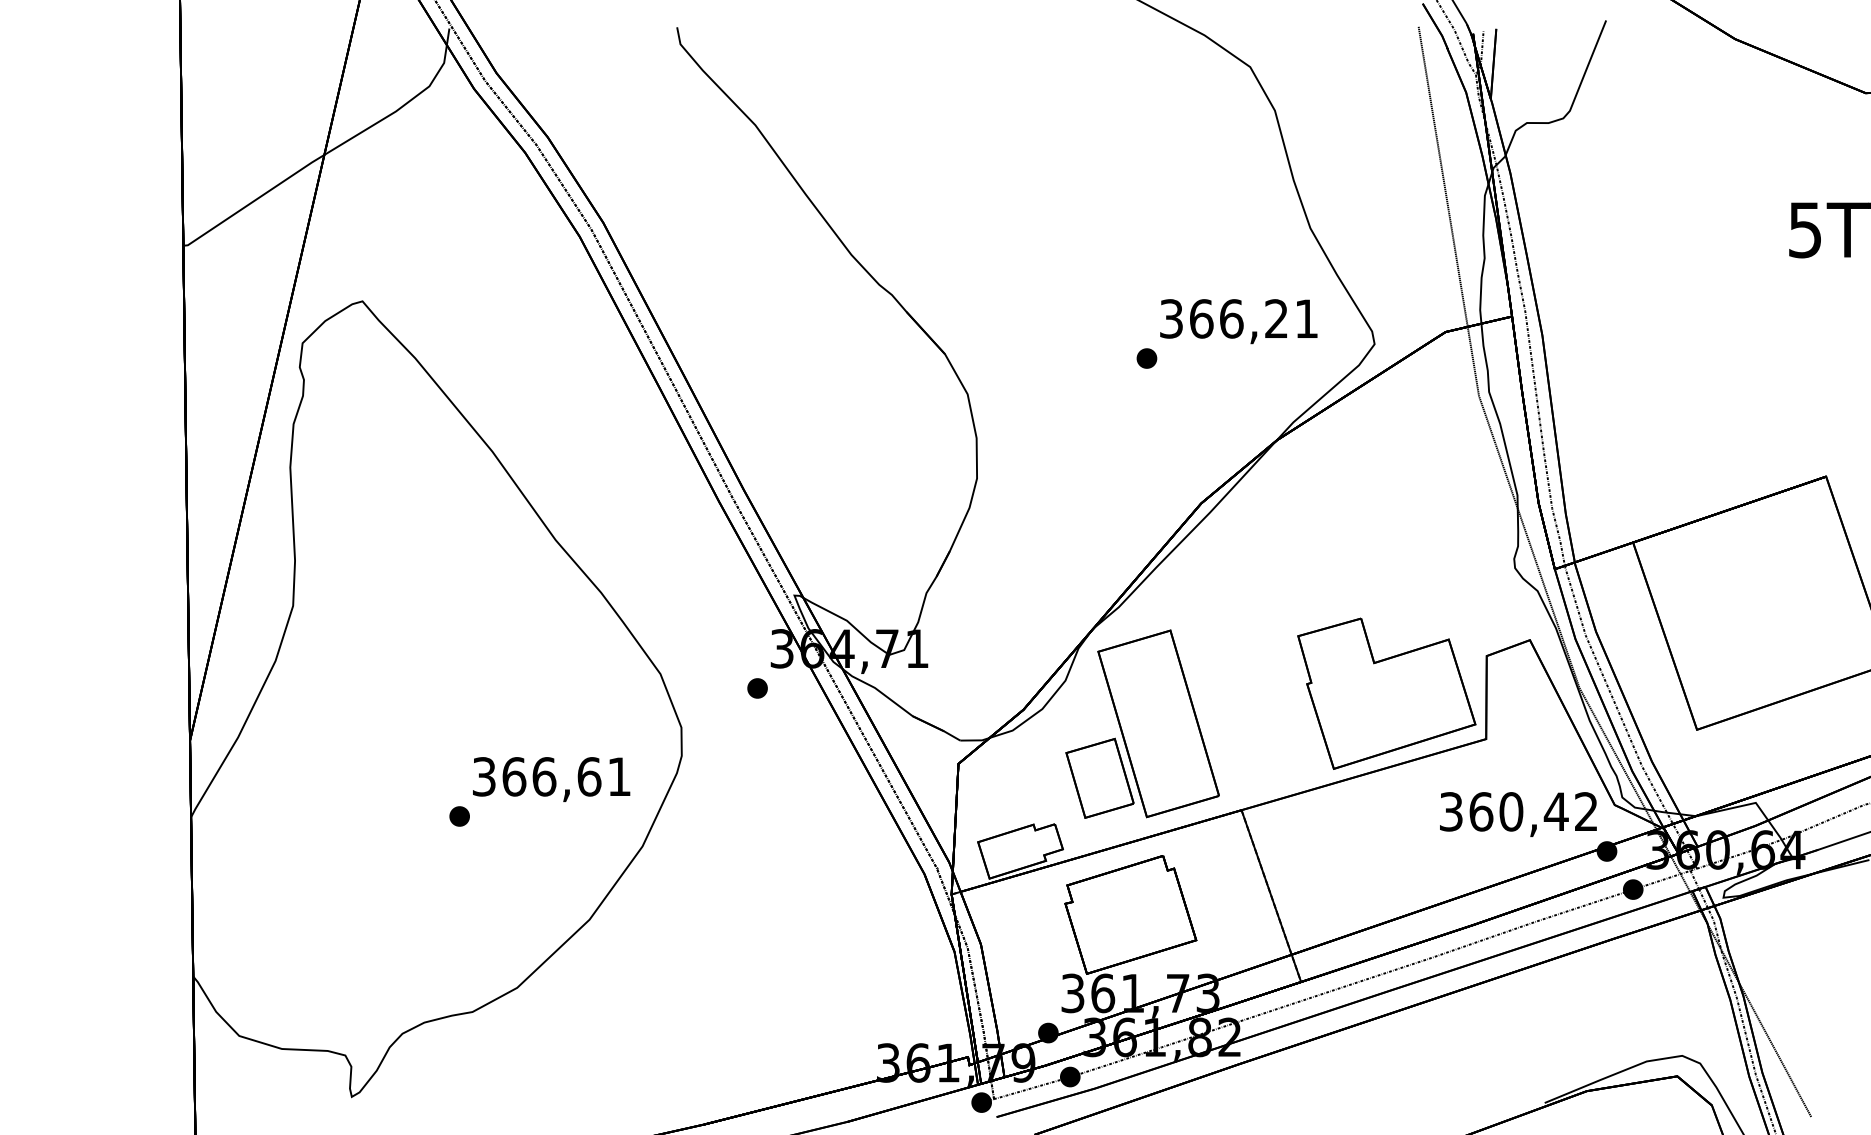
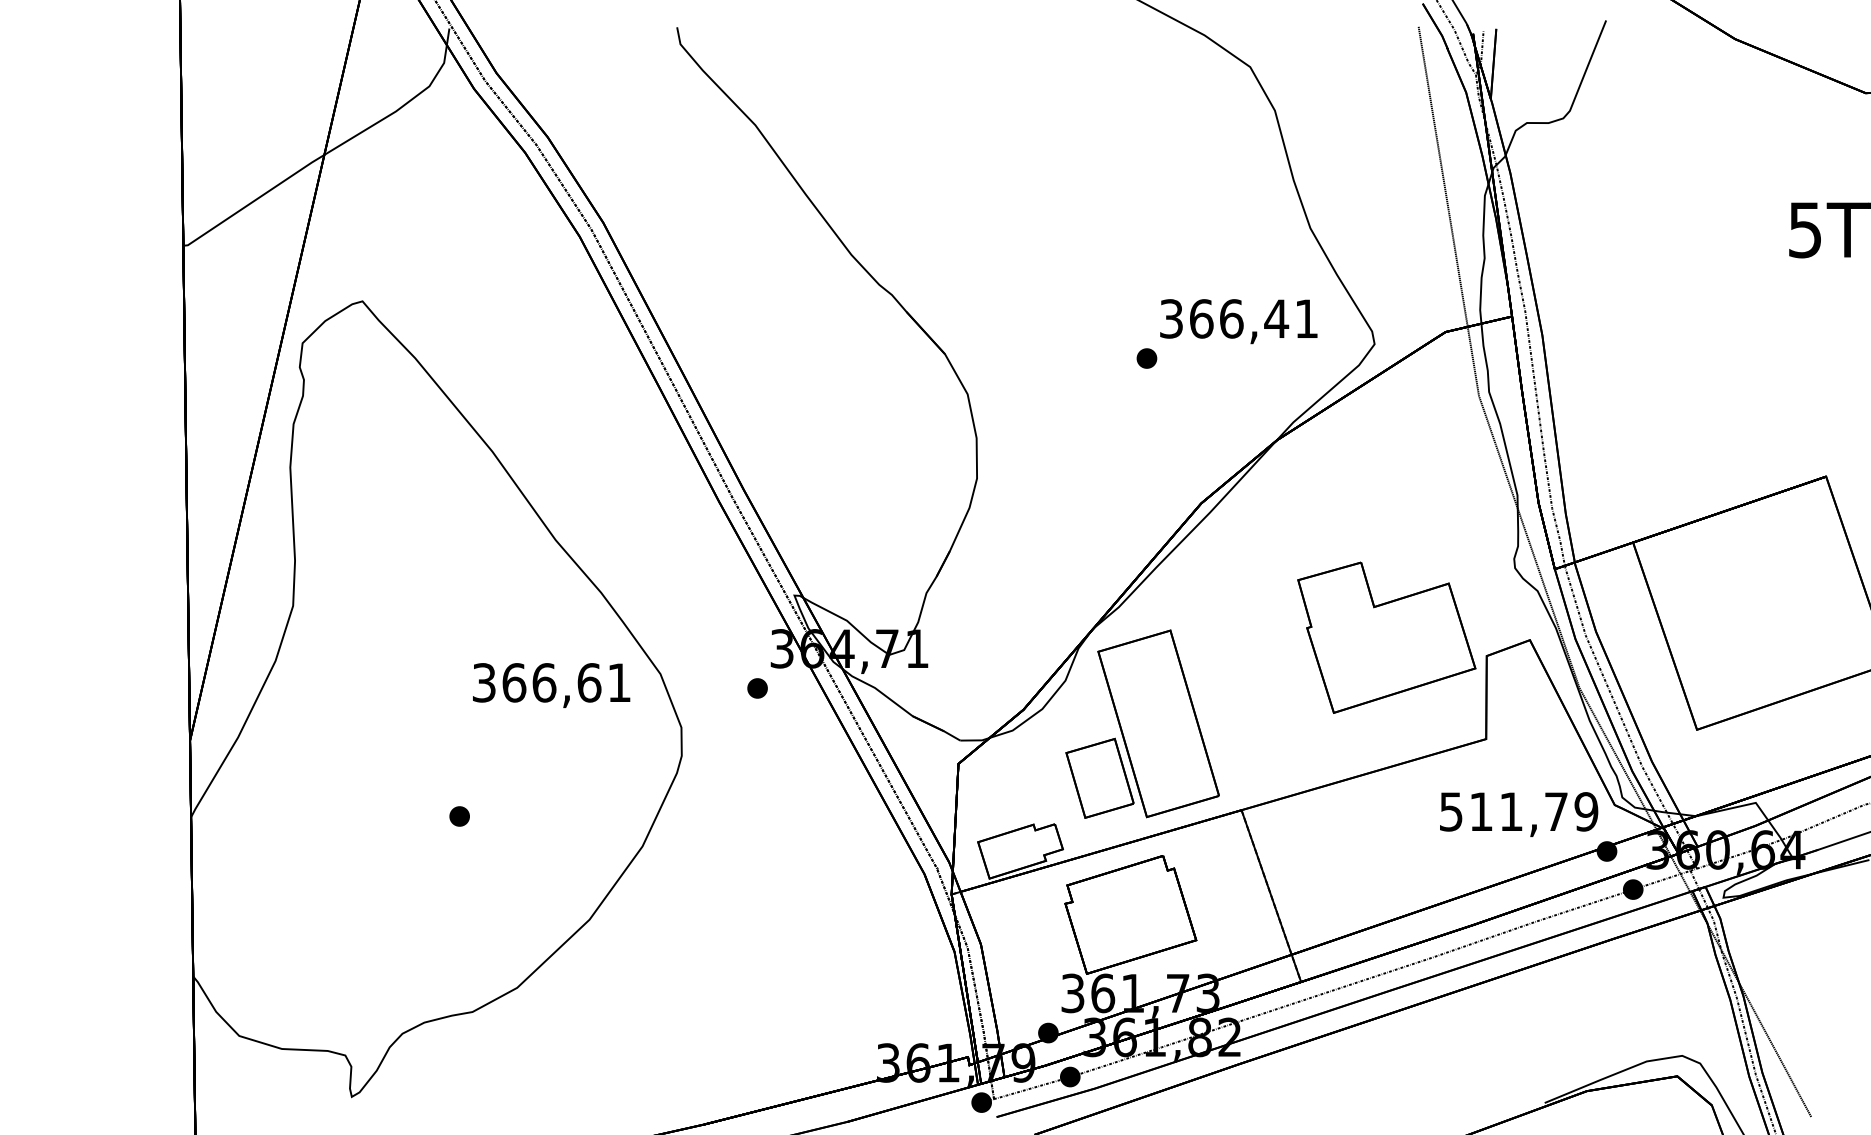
text at (1276, 318): 366,21 -> 366,41
part at (1386, 693) position: (1386, 693) -> (1386, 637)
text at (551, 779) position: (551, 779) -> (551, 685)
text at (1519, 811): 360,42 -> 511,79
